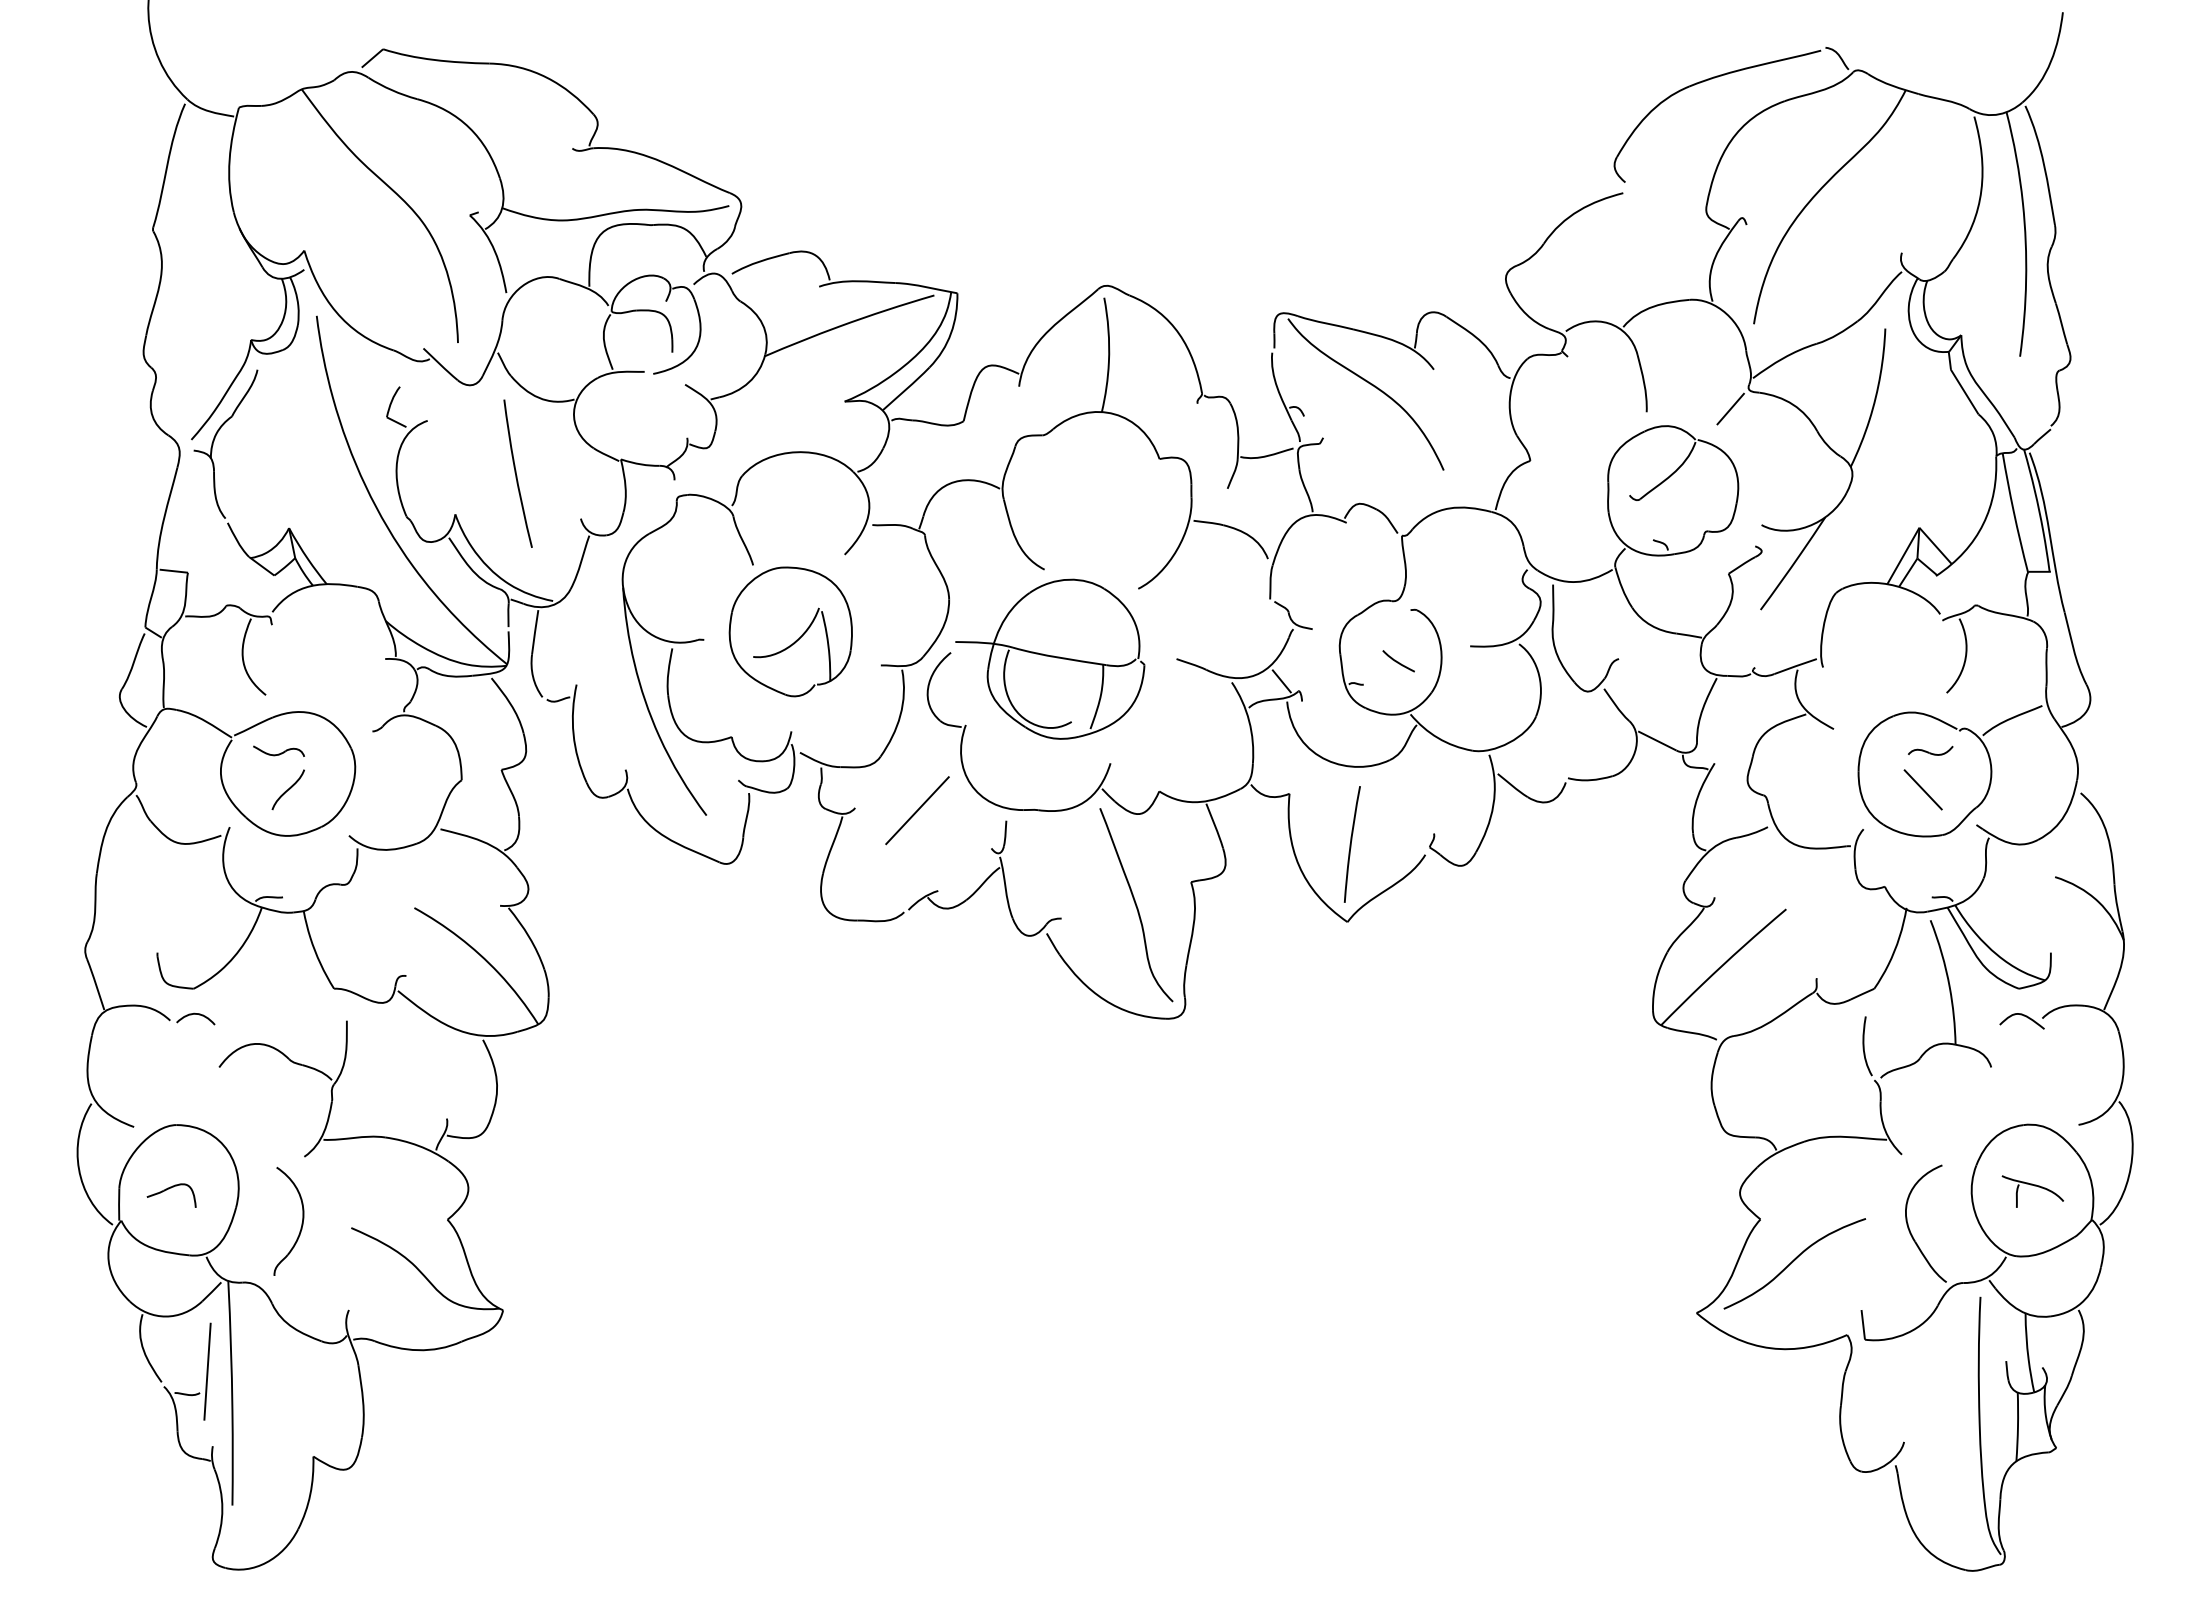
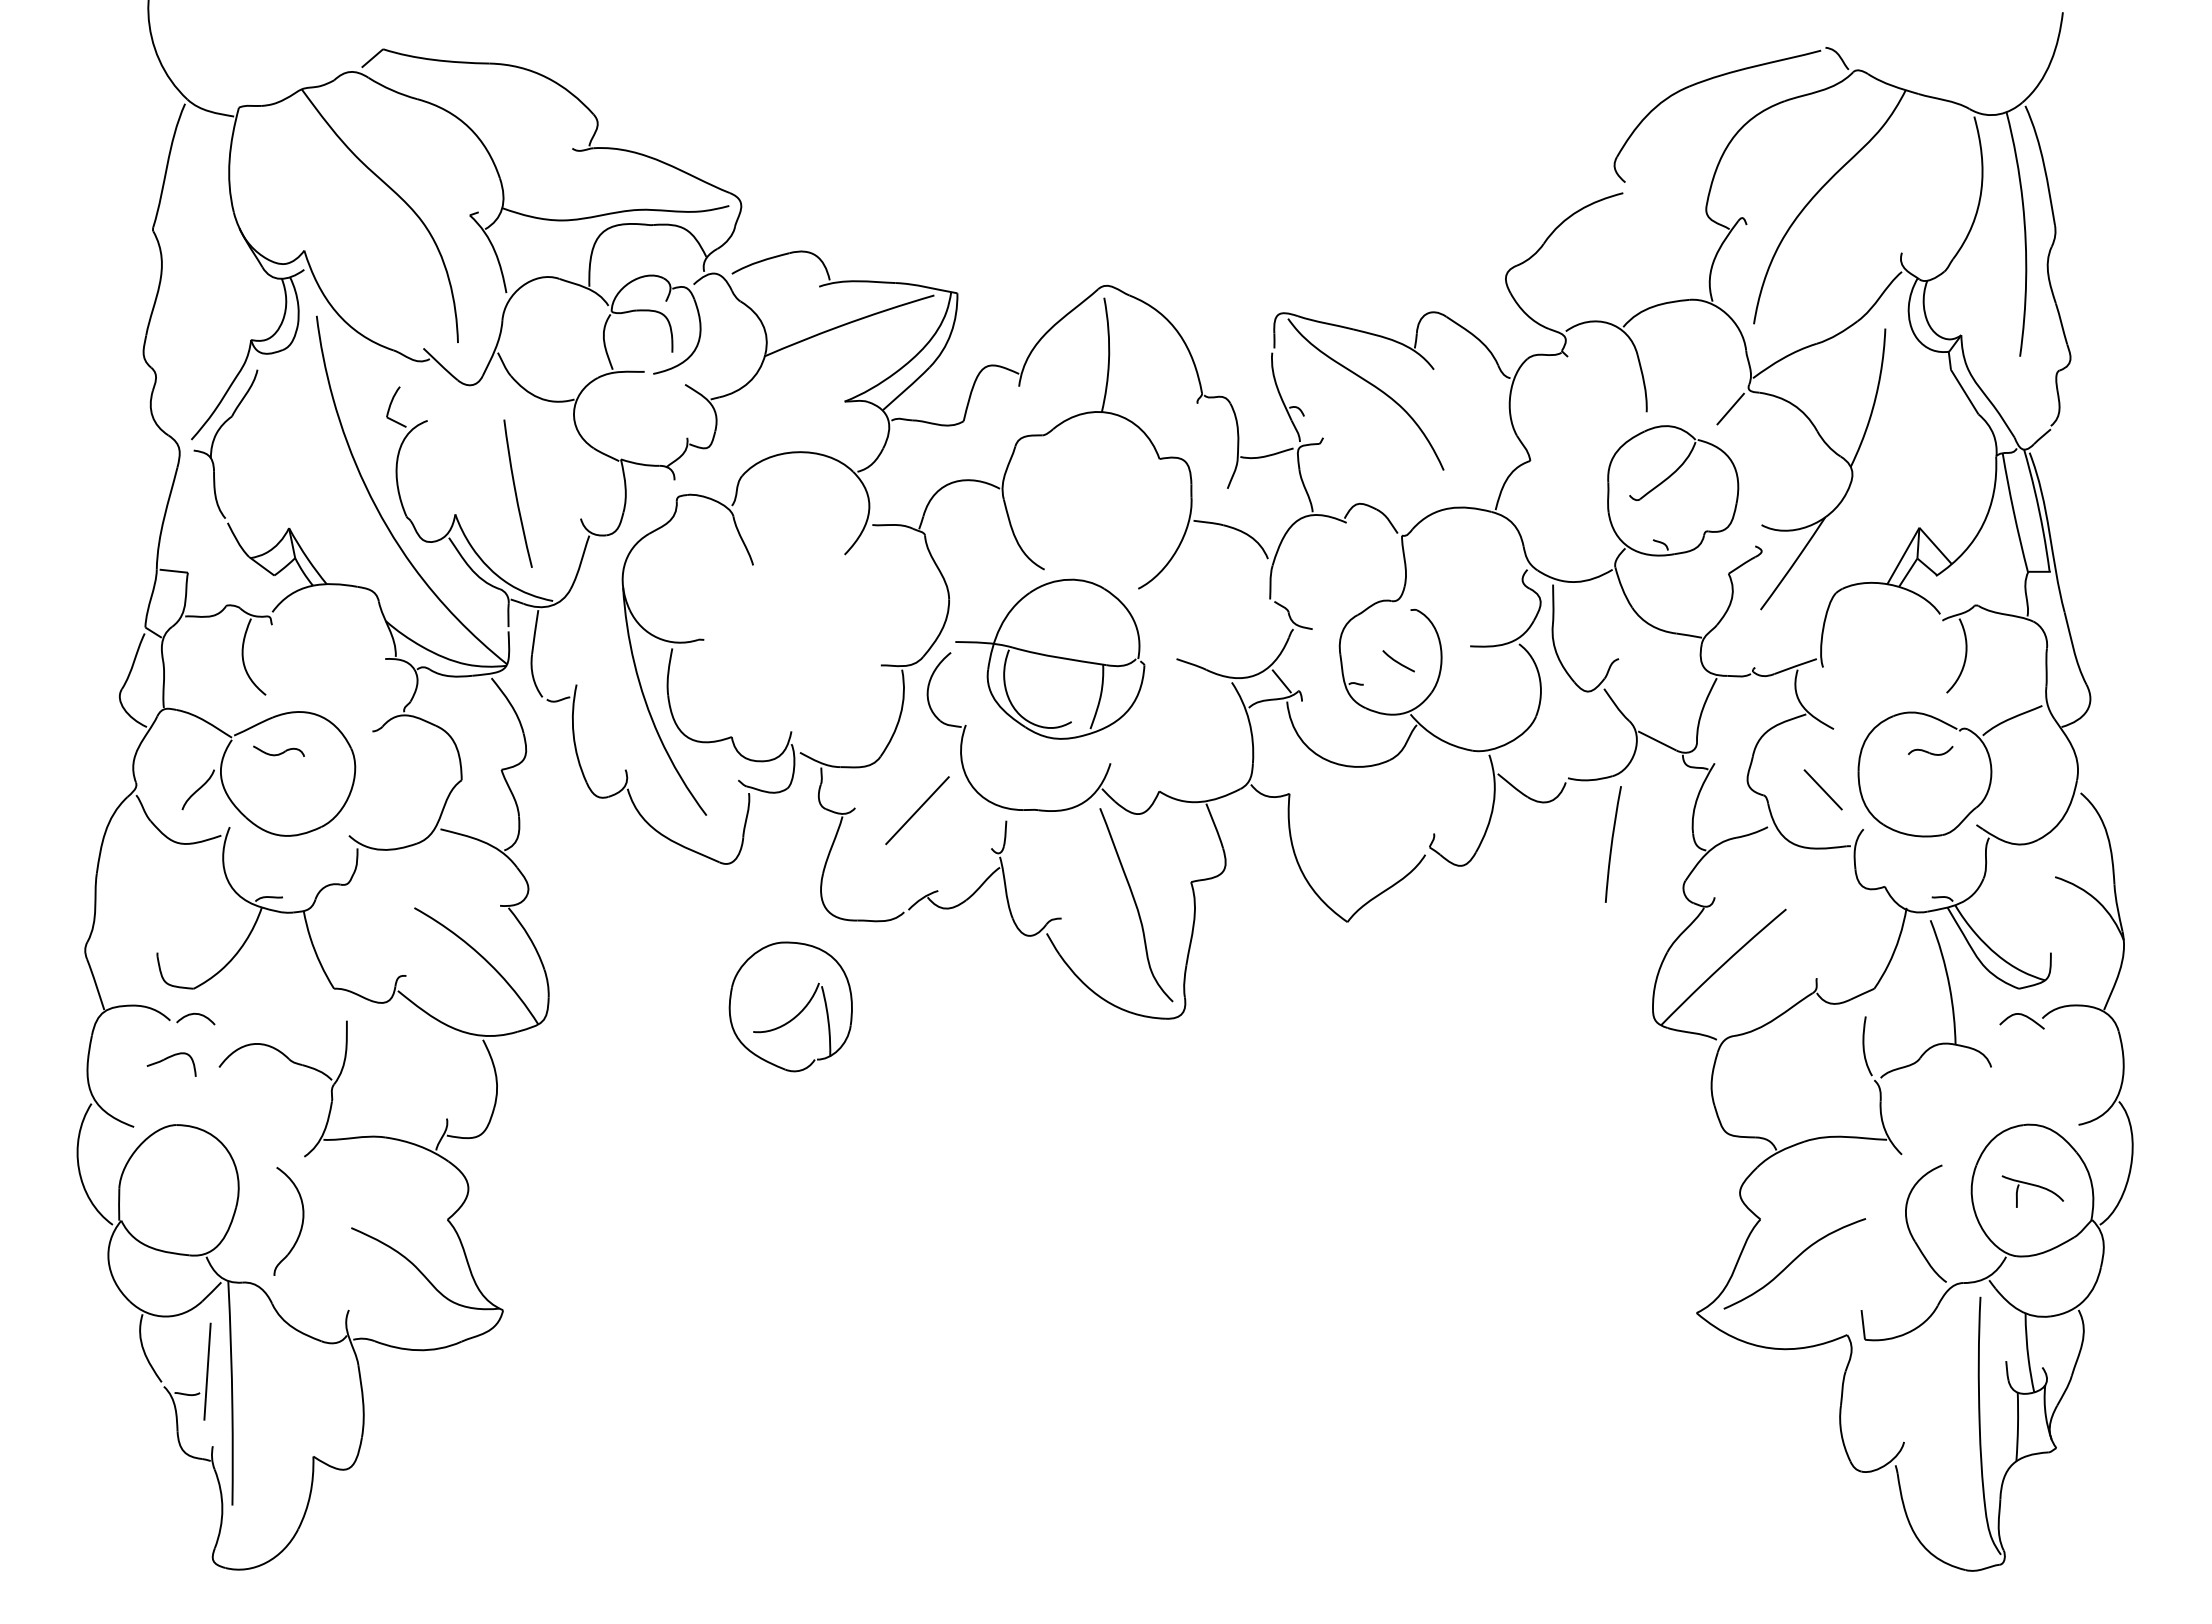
curve at (516, 473) position: (516, 473) -> (516, 493)
part at (796, 639) position: (796, 639) -> (796, 1014)
curve at (287, 789) position: (287, 789) -> (197, 789)
line at (1922, 789) position: (1922, 789) -> (1822, 789)
curve at (1351, 844) position: (1351, 844) -> (1612, 844)
part at (169, 1189) position: (169, 1189) -> (169, 1058)
